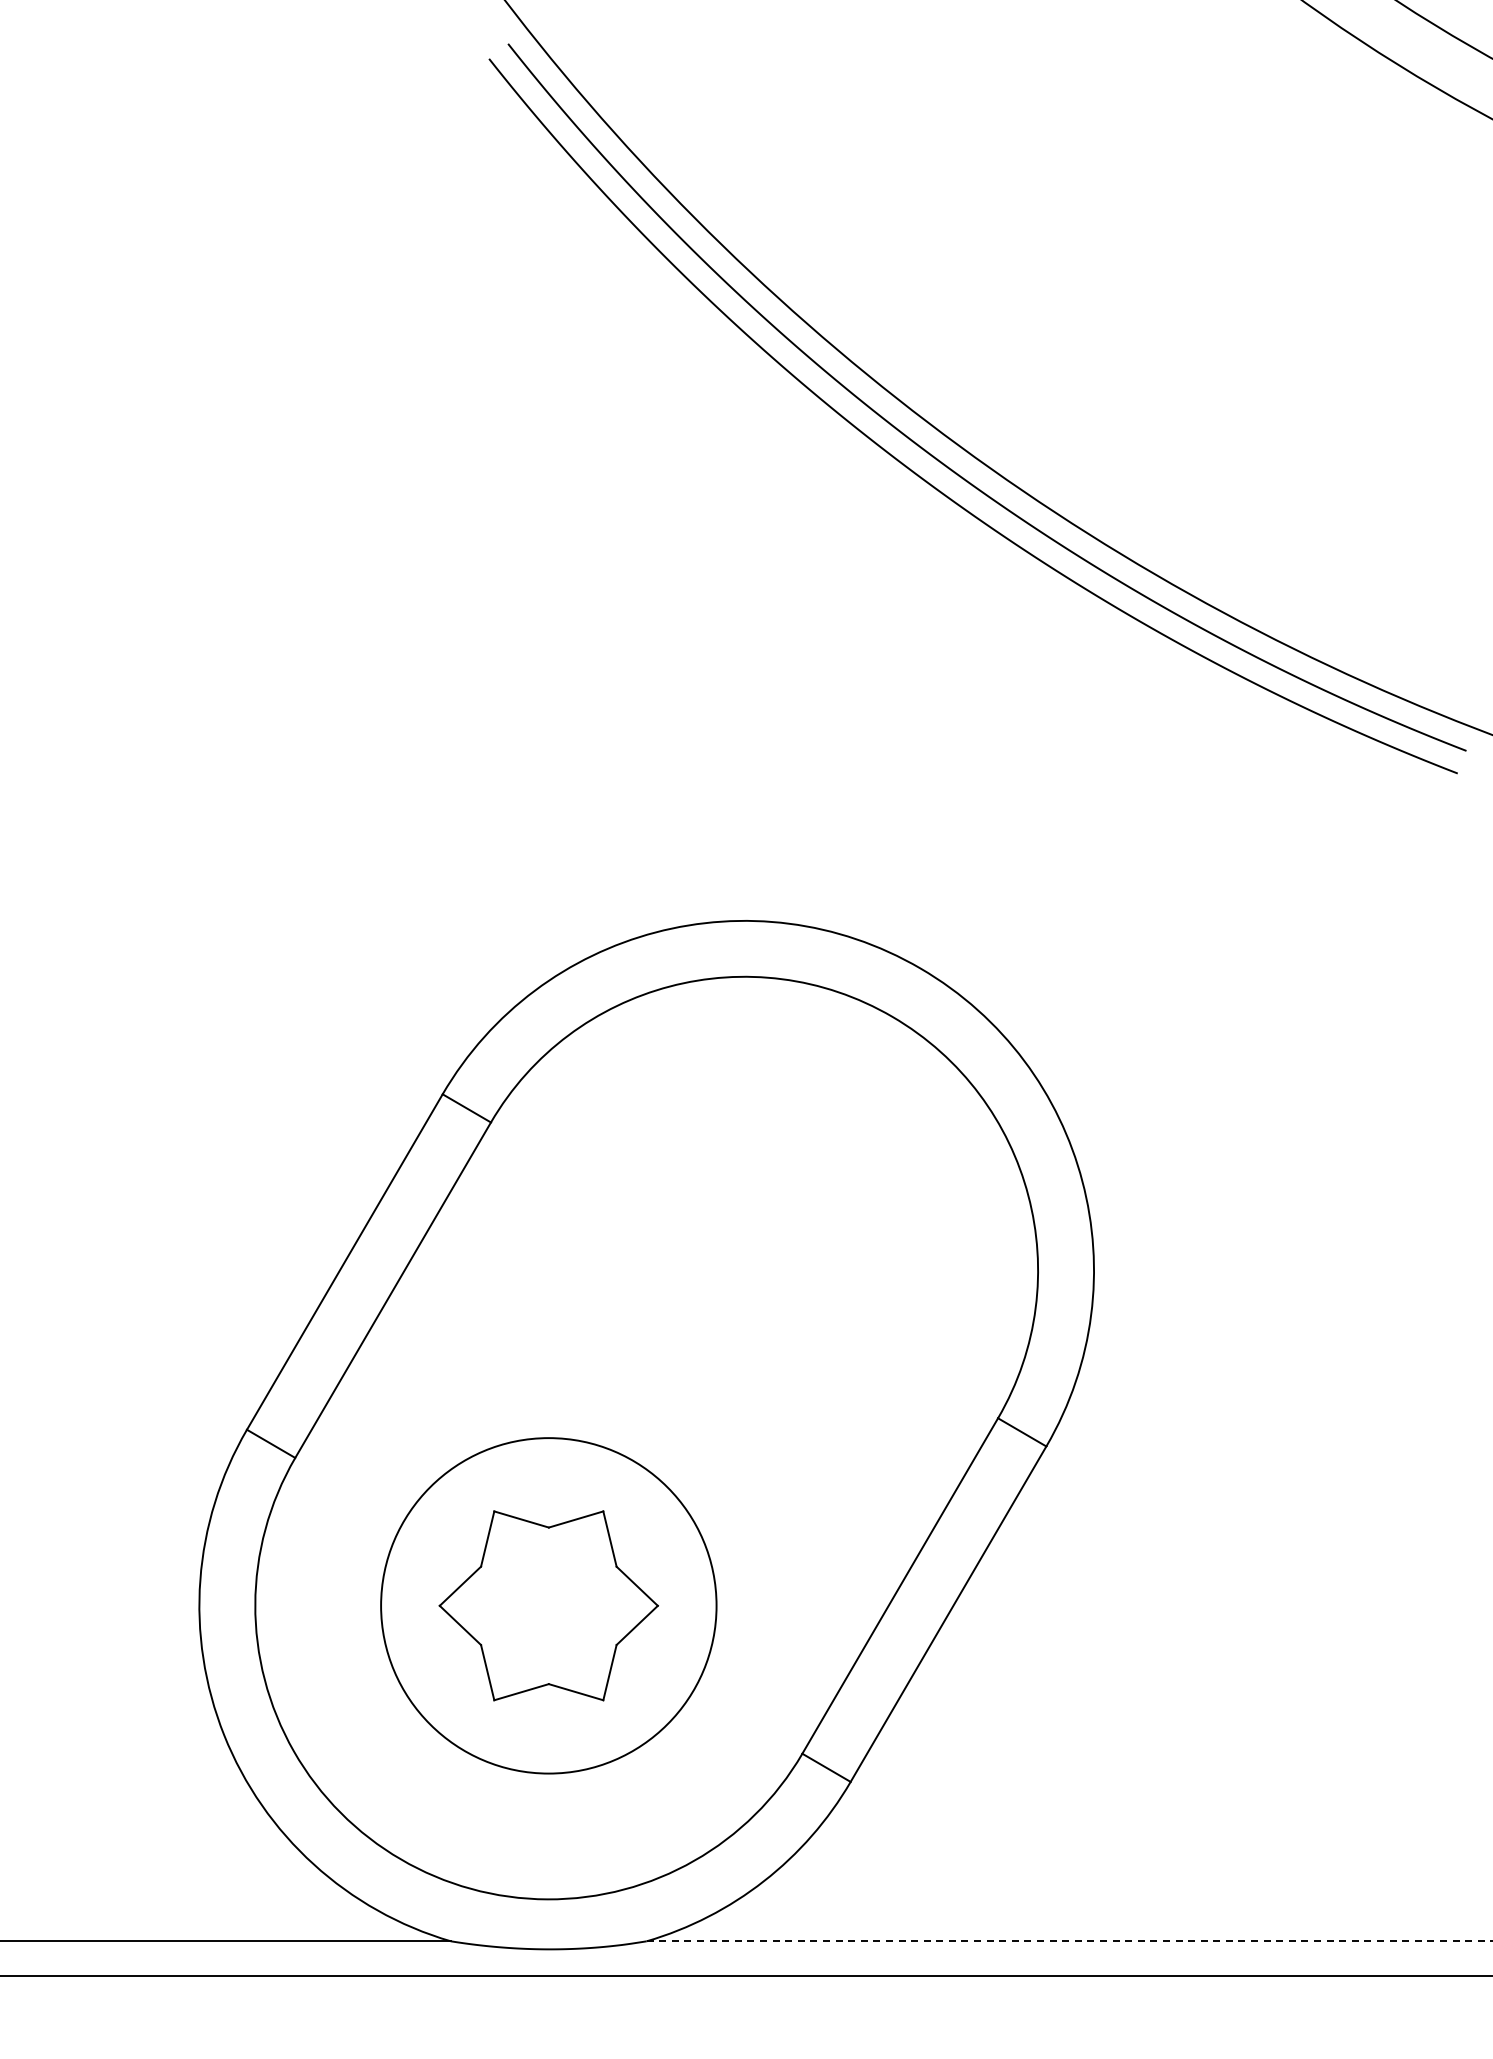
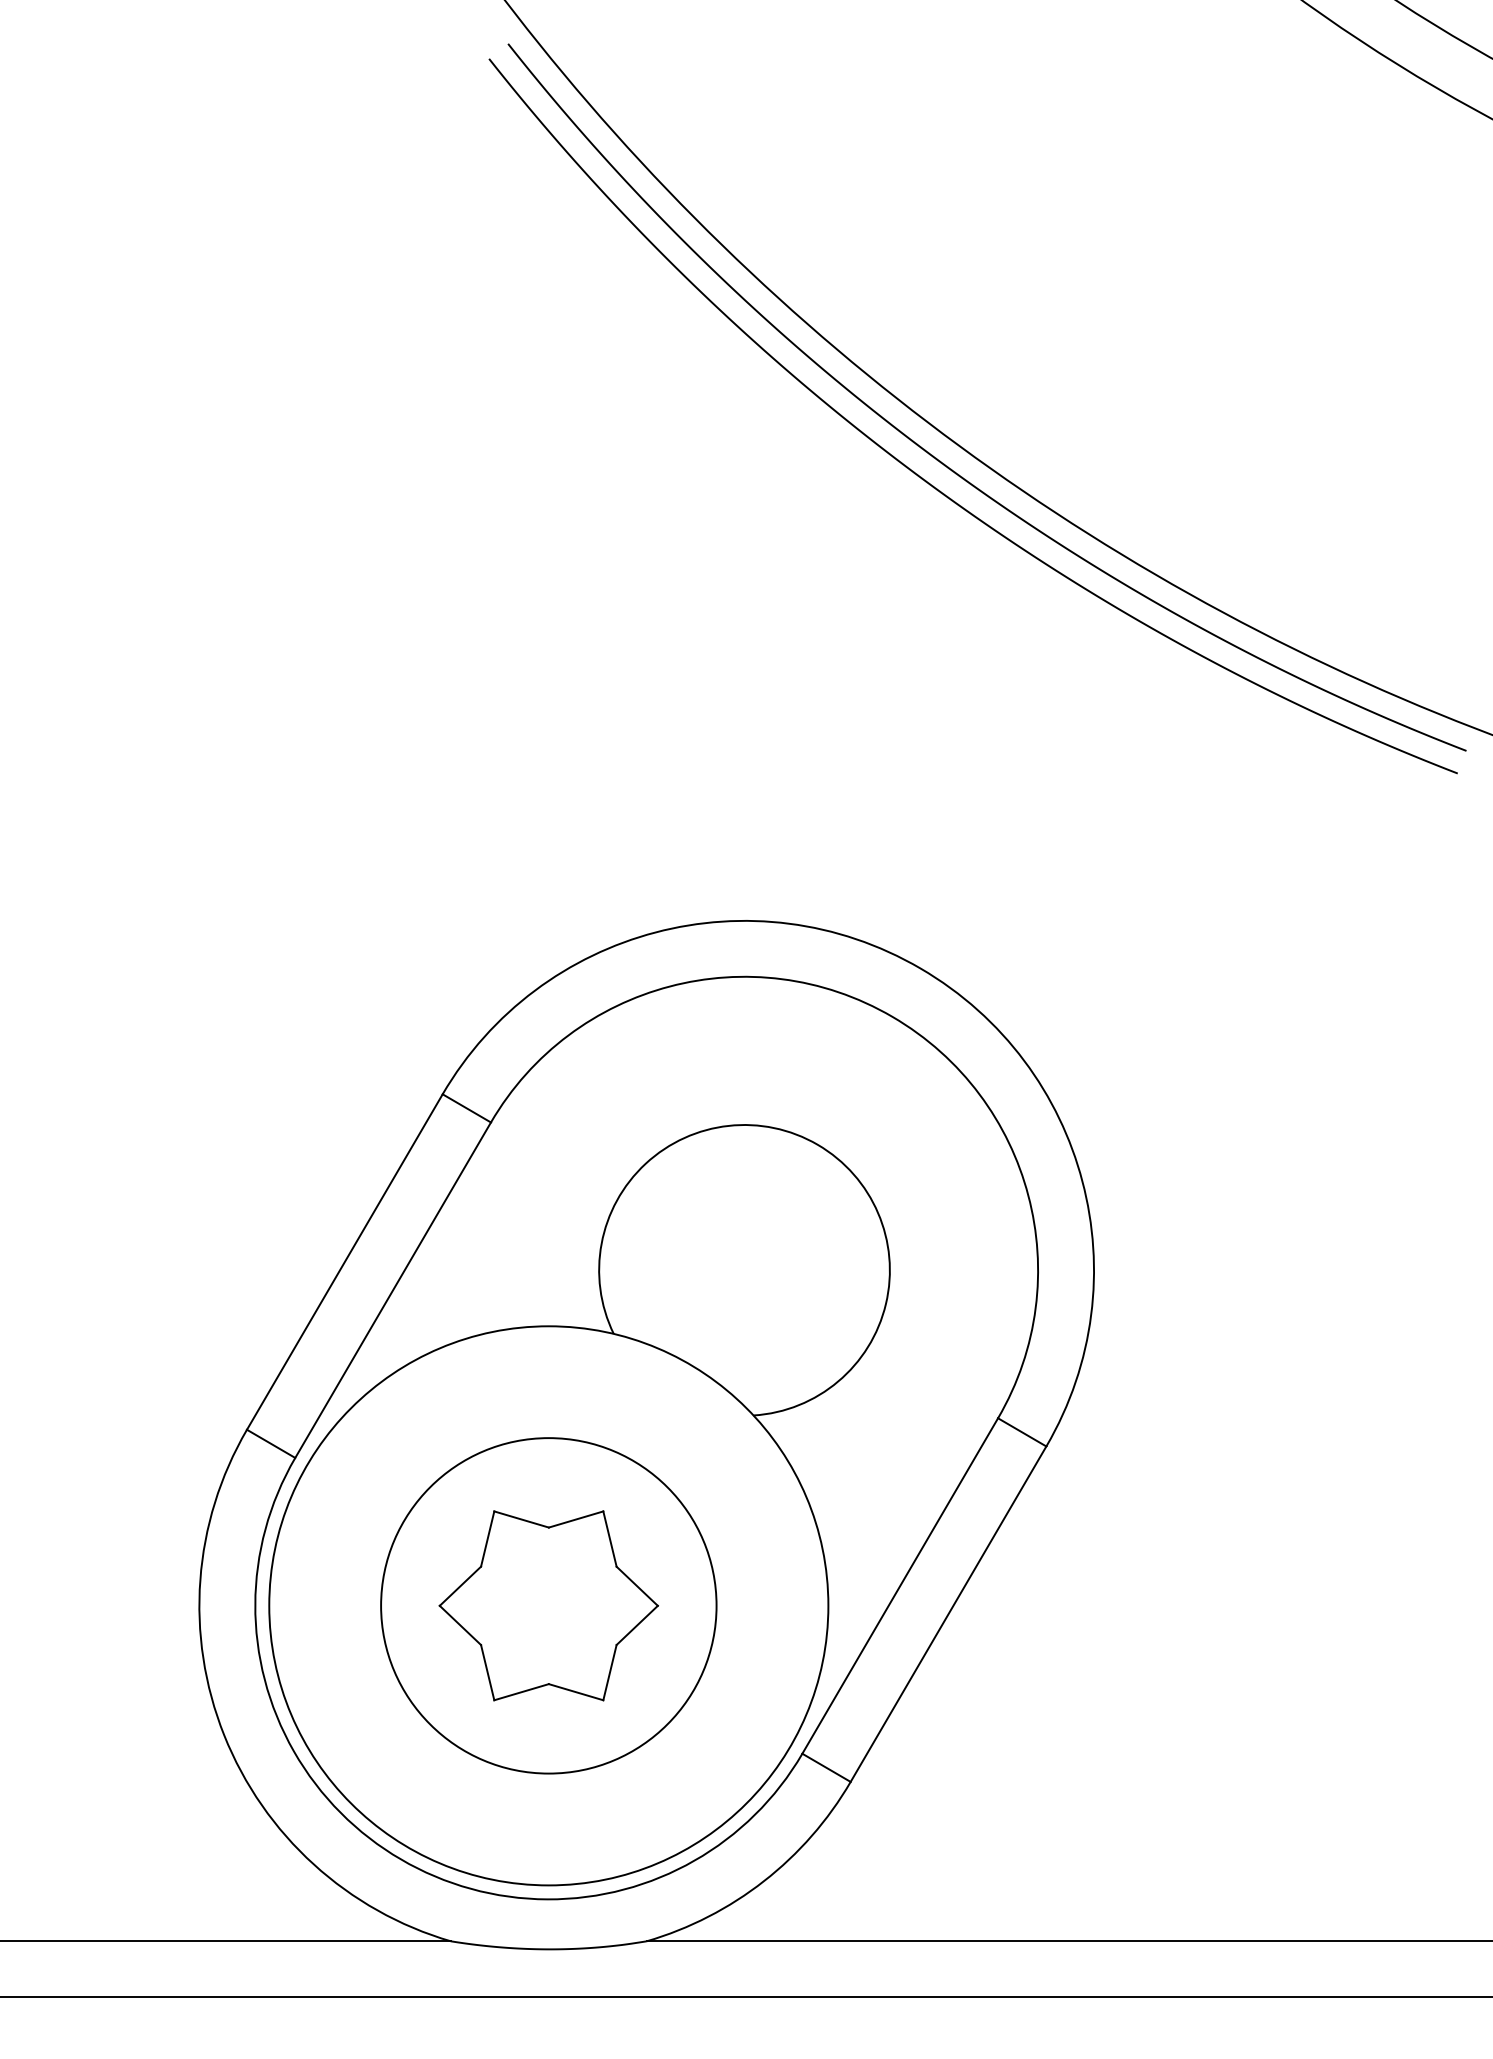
part at (579, 1505): none -> present
line at (1069, 1941): dashed -> solid
line at (745, 1976) position: (745, 1976) -> (745, 1997)
